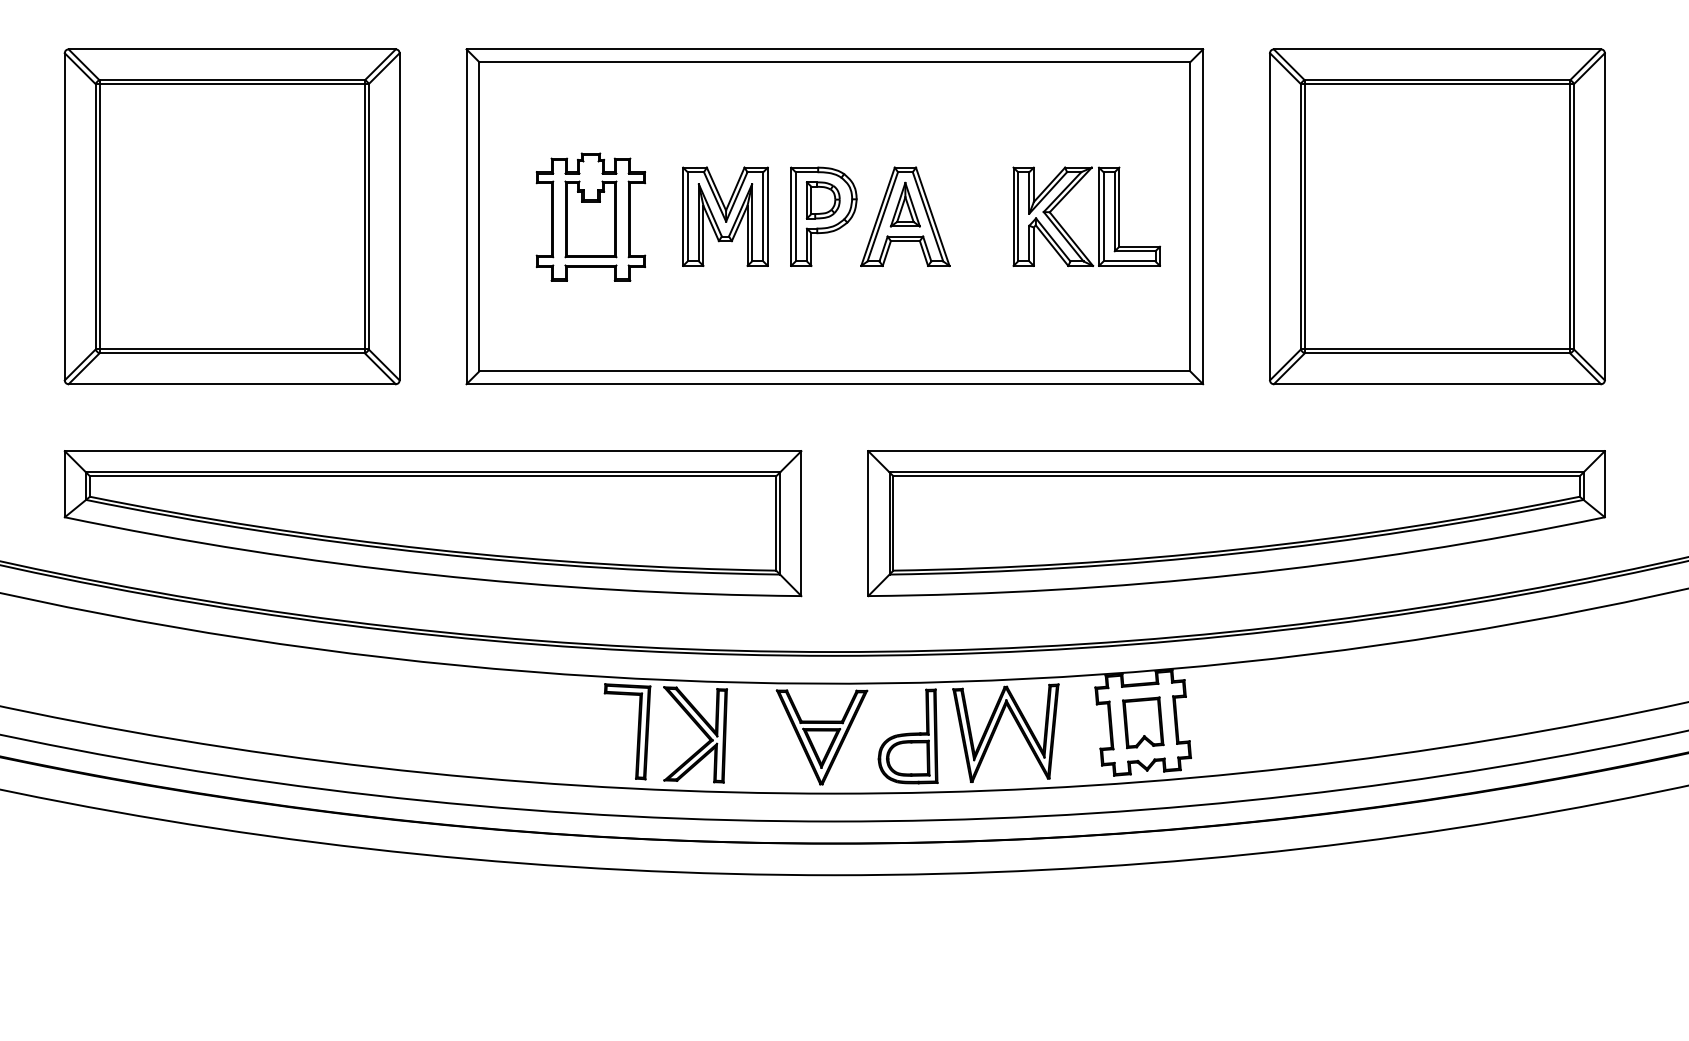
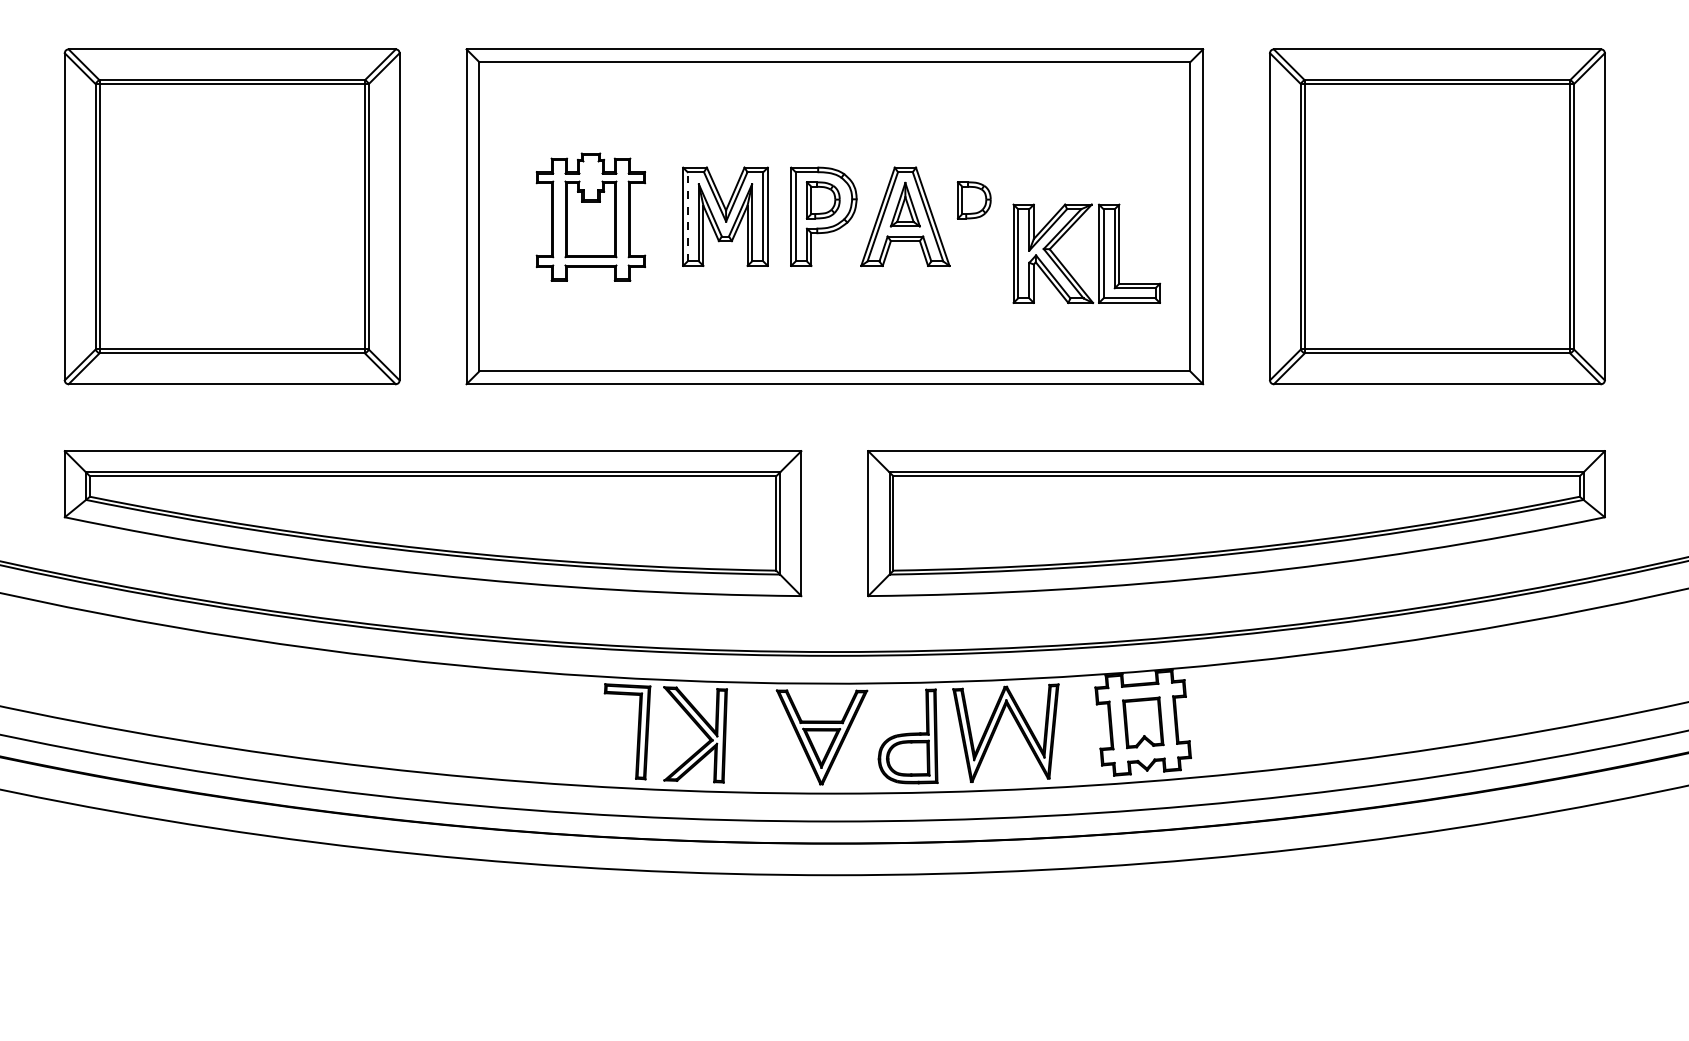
part at (973, 200): none -> present
line at (687, 216): solid -> dashed
part at (1098, 216) position: (1098, 216) -> (1098, 253)
